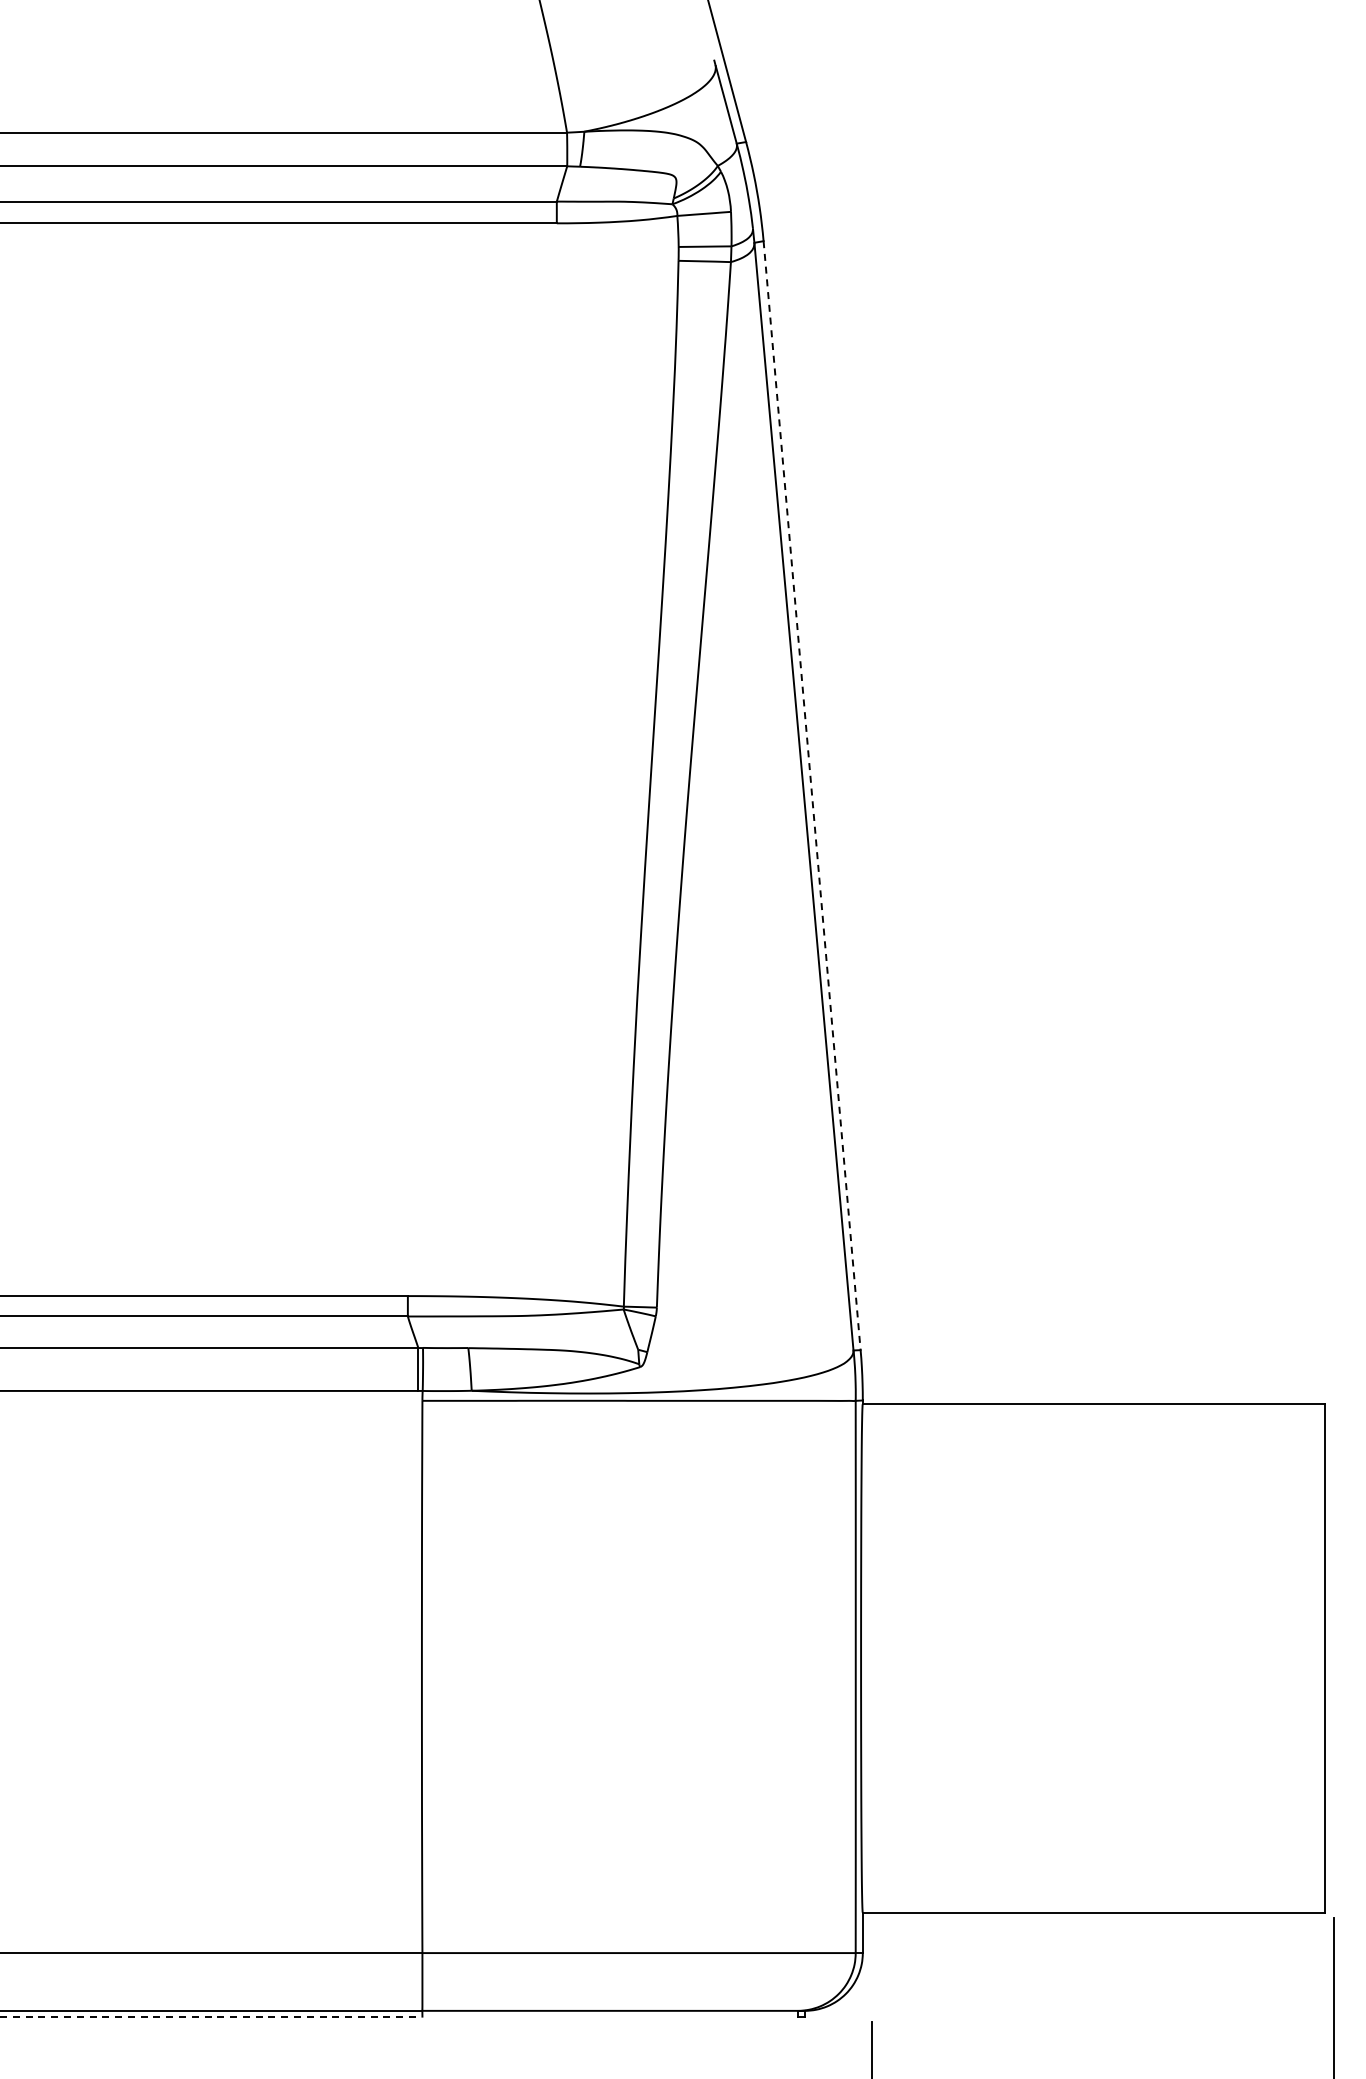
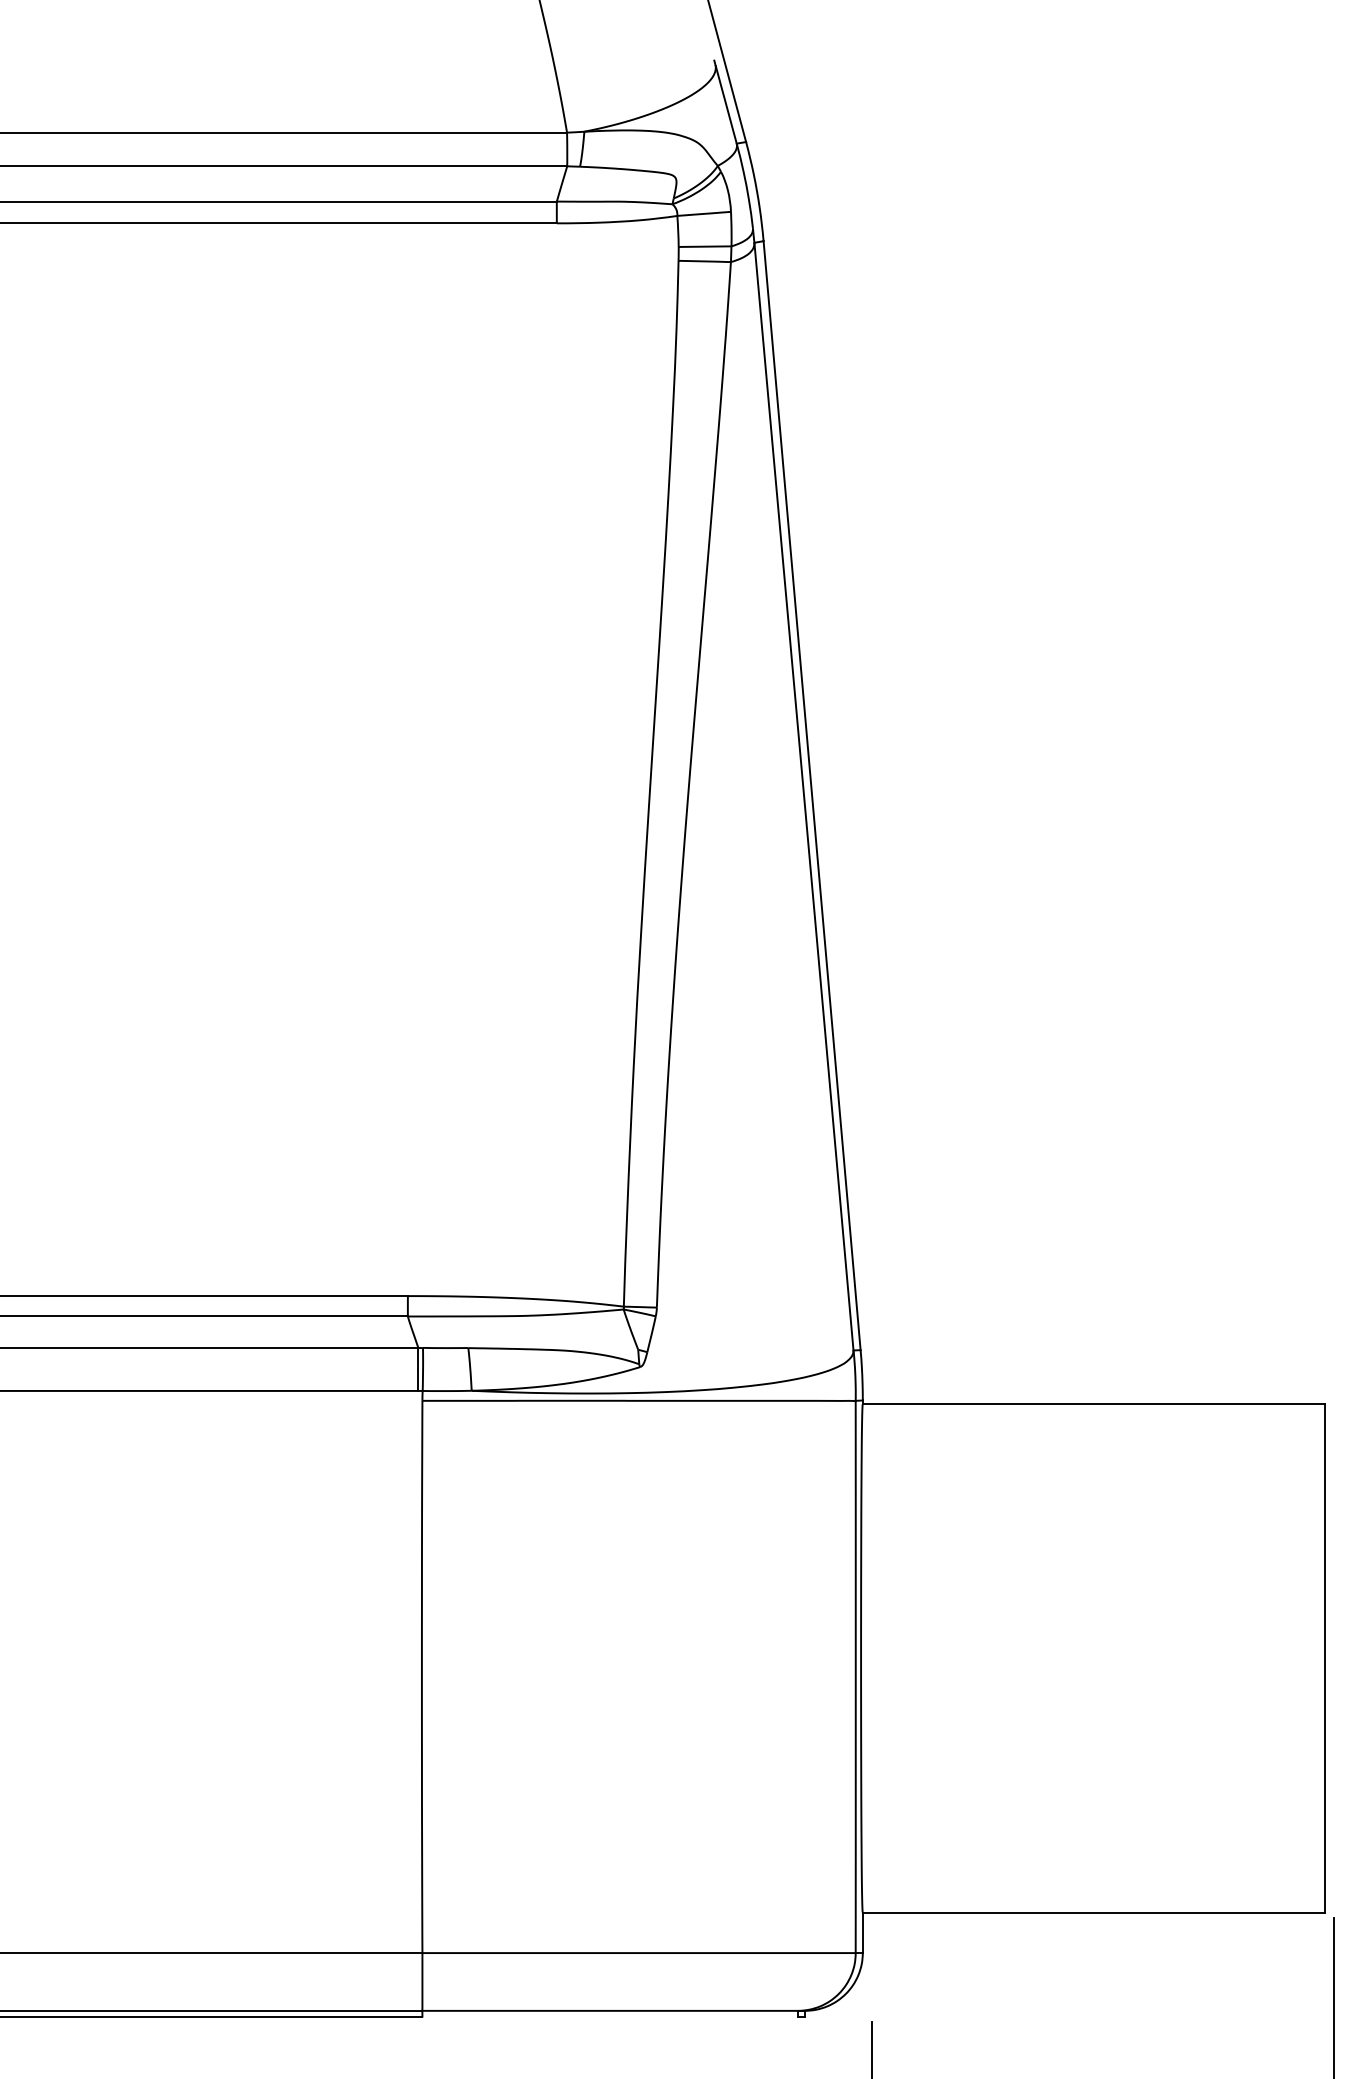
line at (812, 795): dashed -> solid
line at (211, 2016): dashed -> solid
